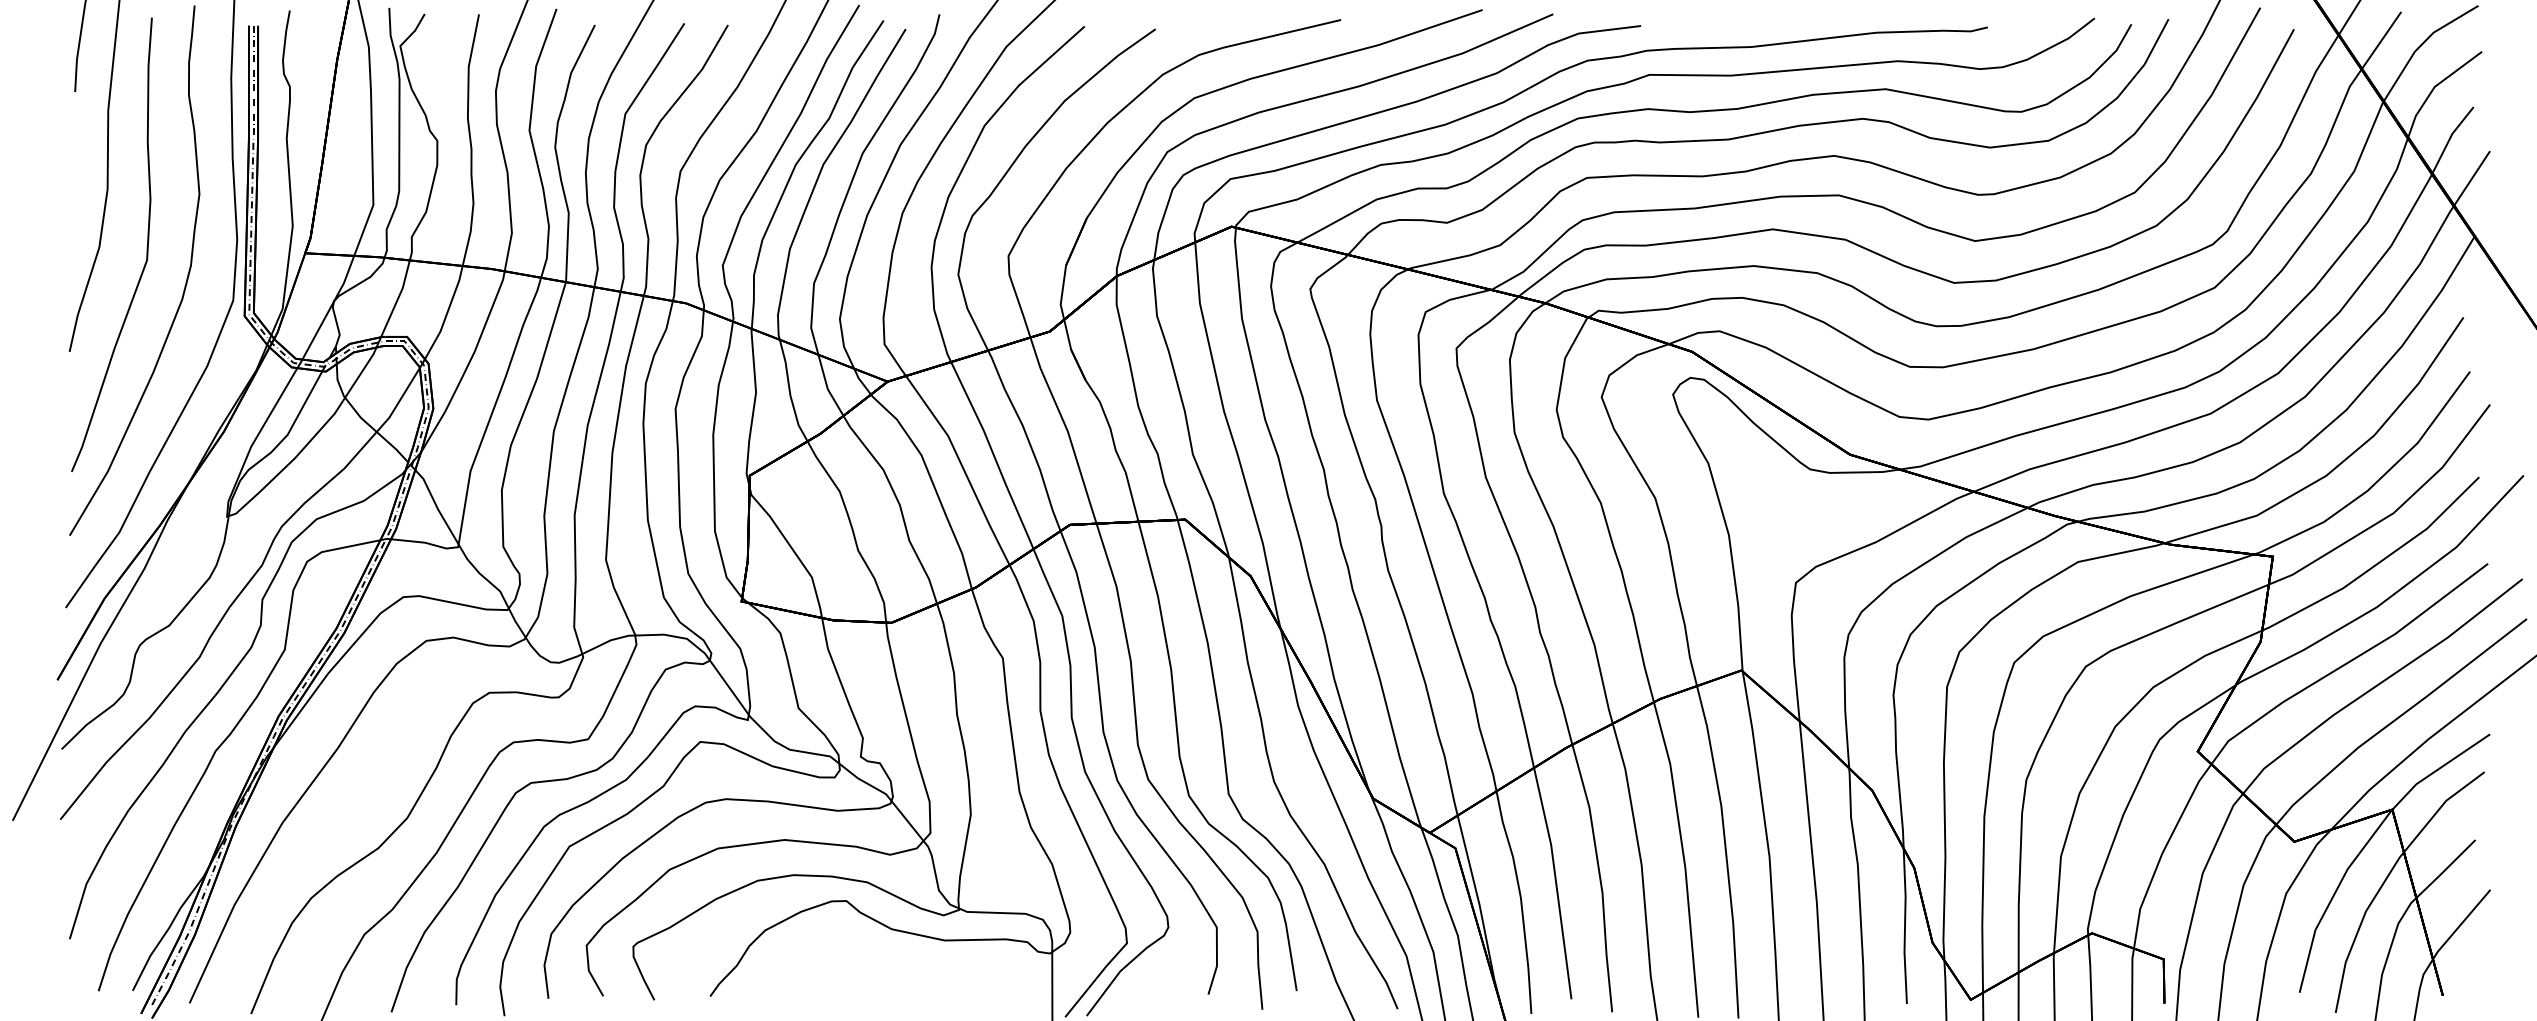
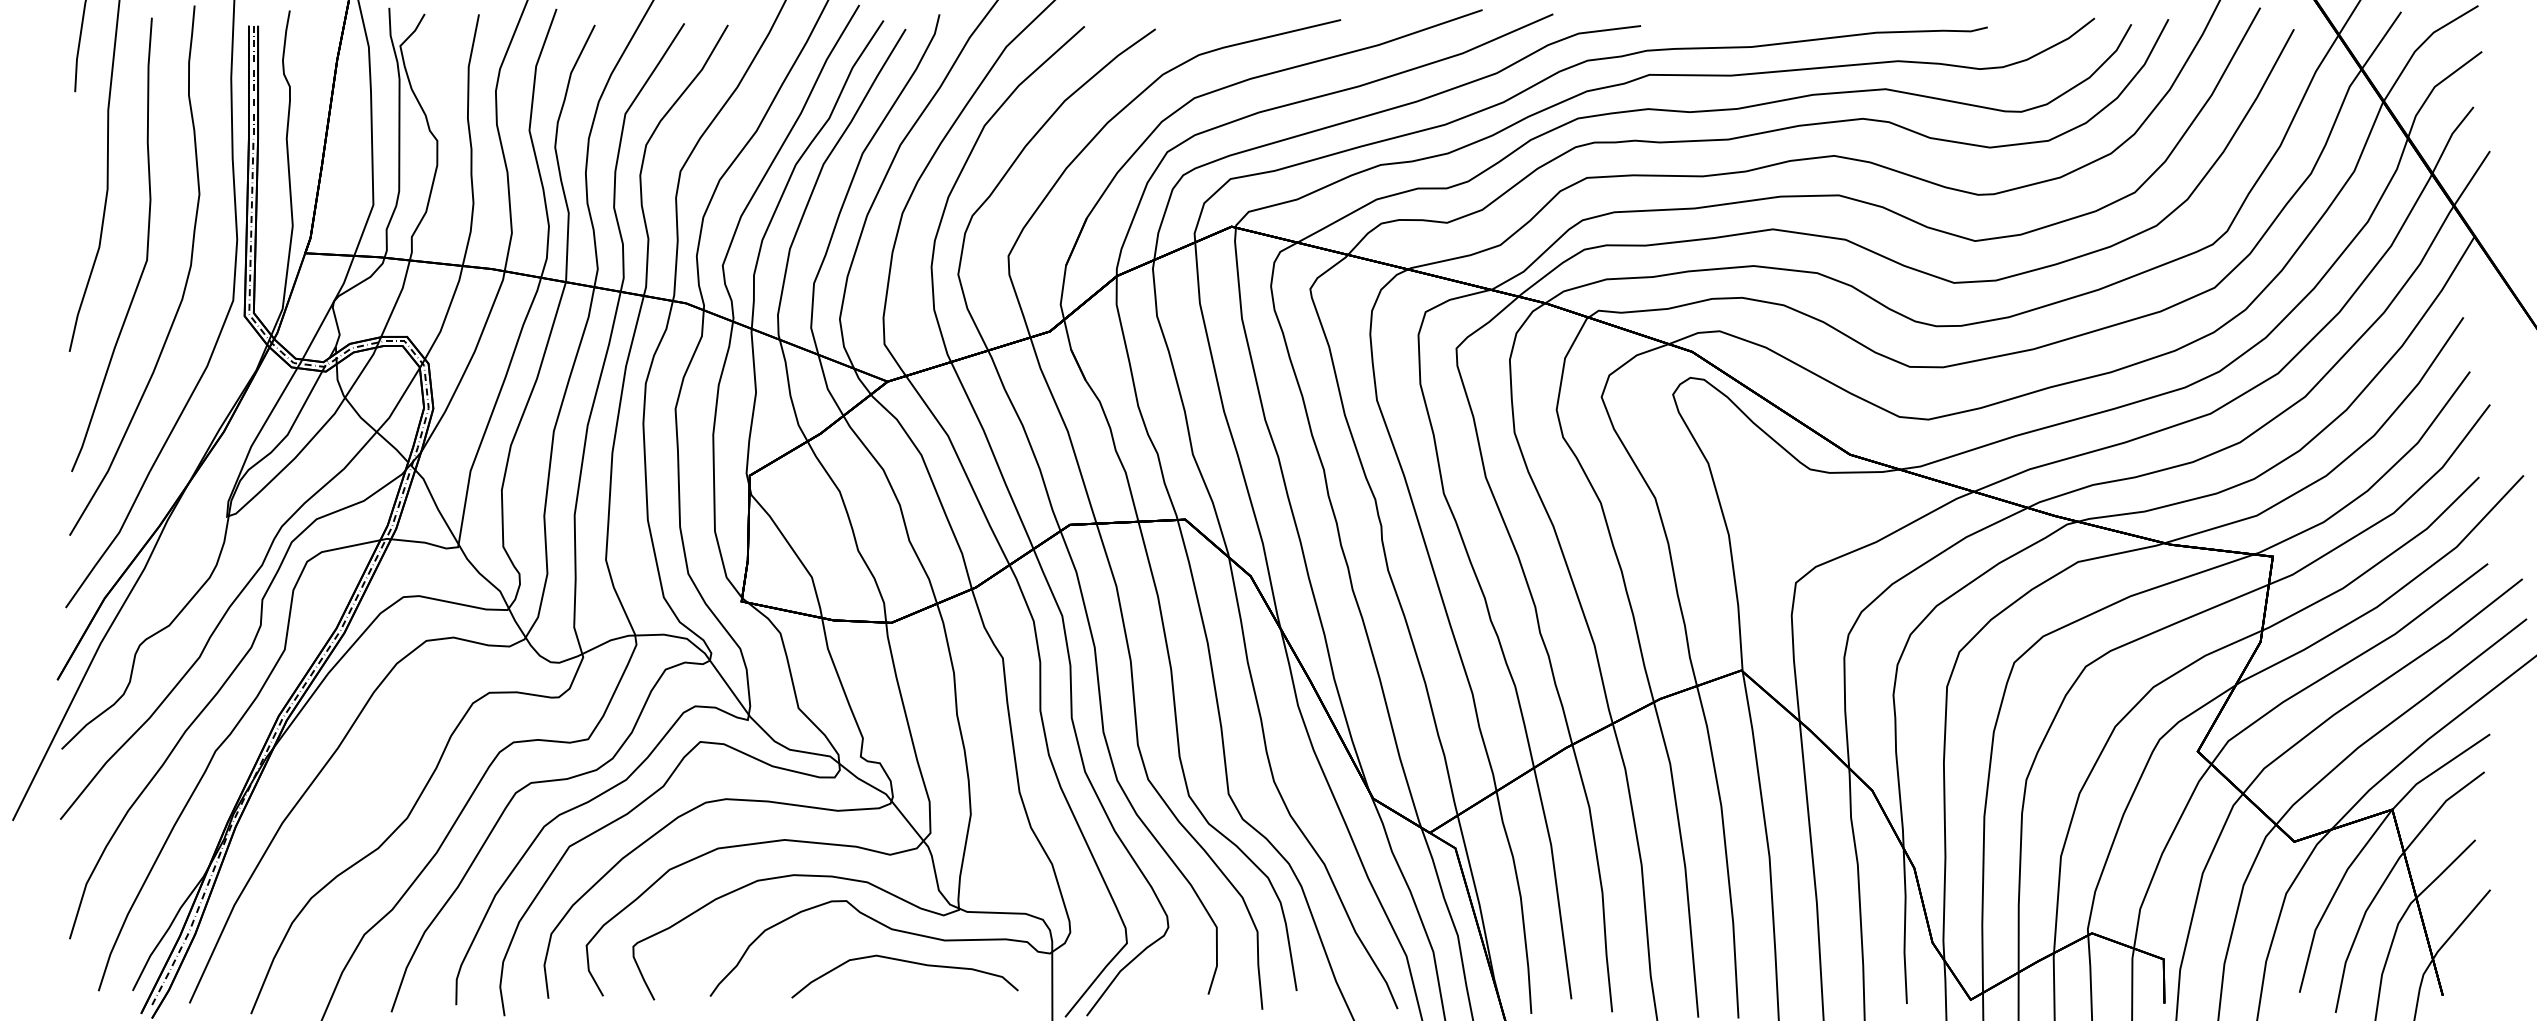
curve at (906, 962): none -> present
